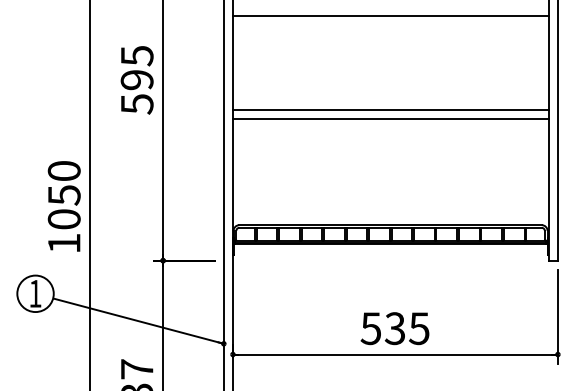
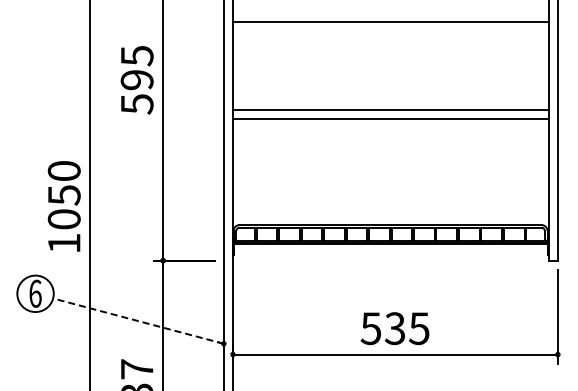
line at (390, 16) position: (390, 16) -> (390, 22)
text at (35, 293): 1 -> 6
line at (138, 321): solid -> dashed
